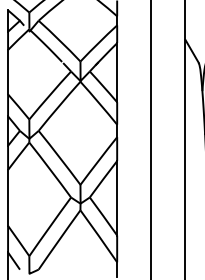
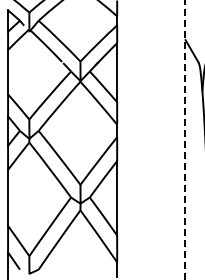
line at (151, 139): present -> none
line at (185, 139): solid -> dashed
